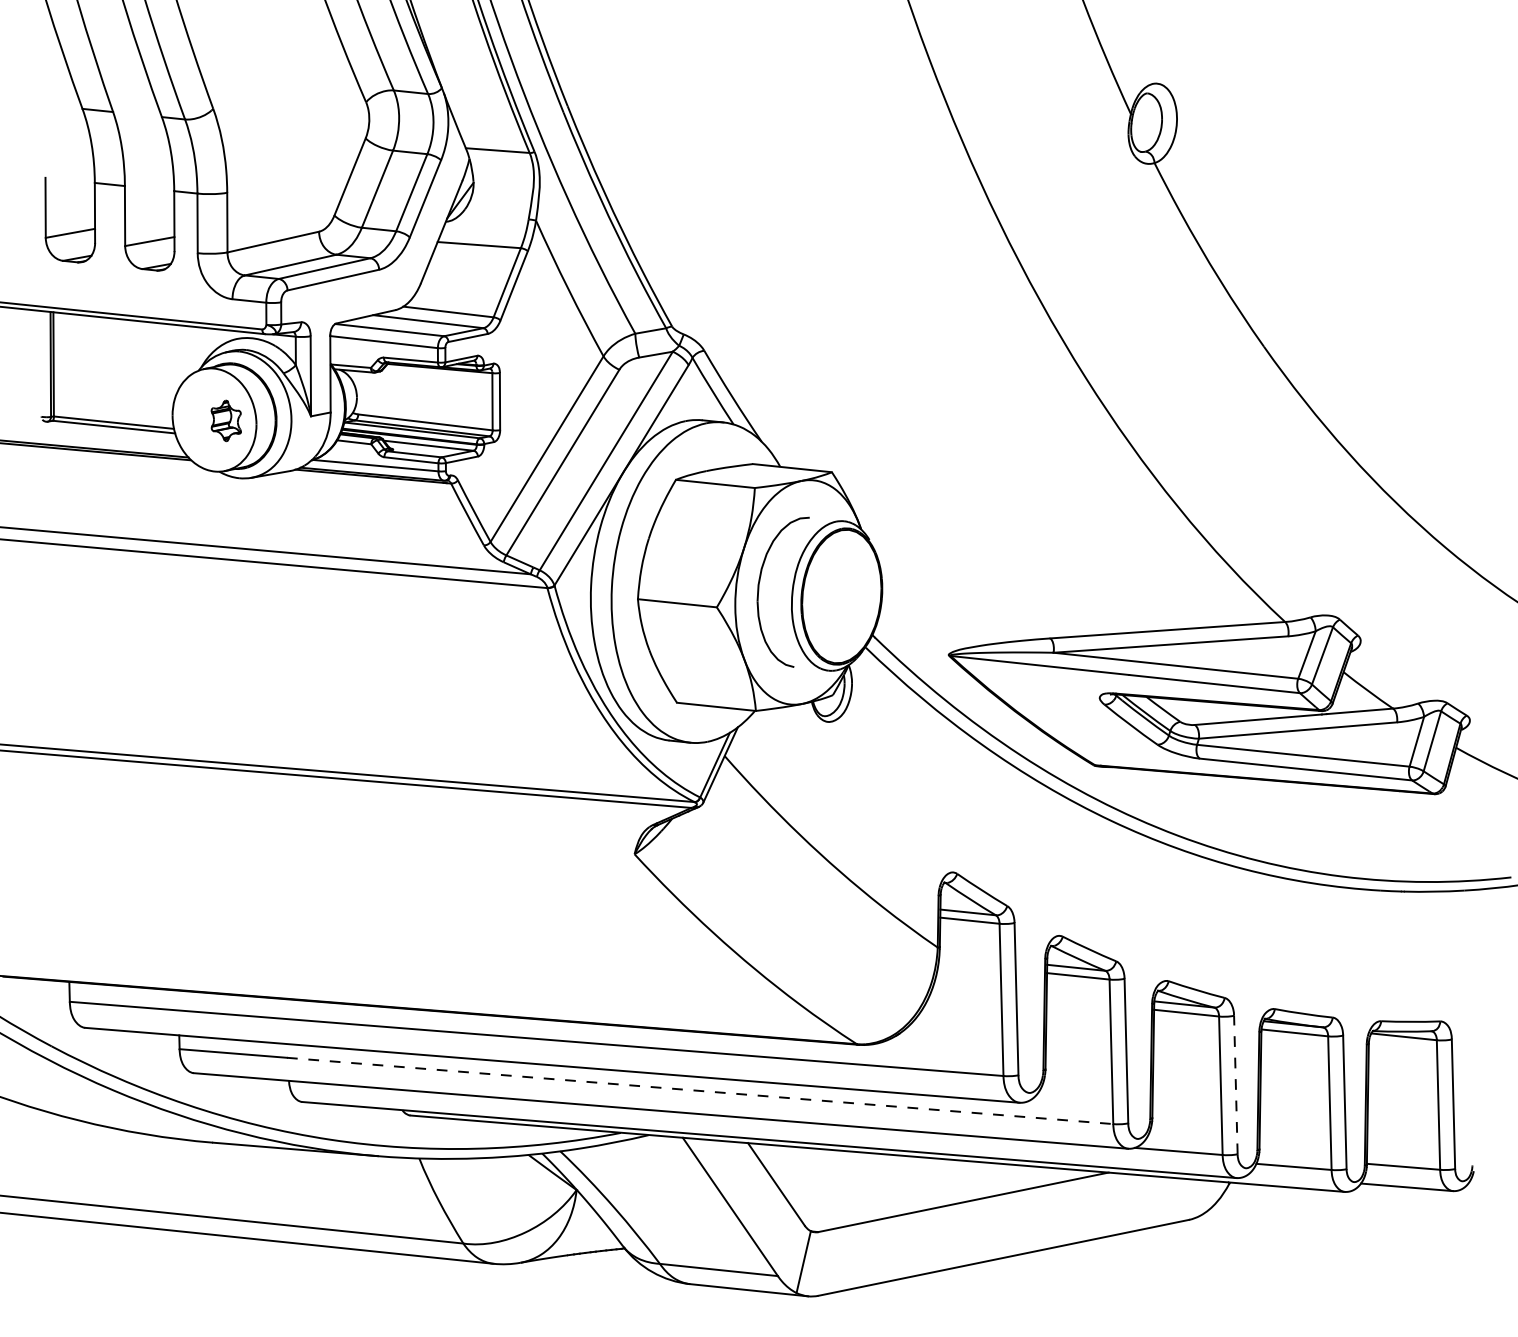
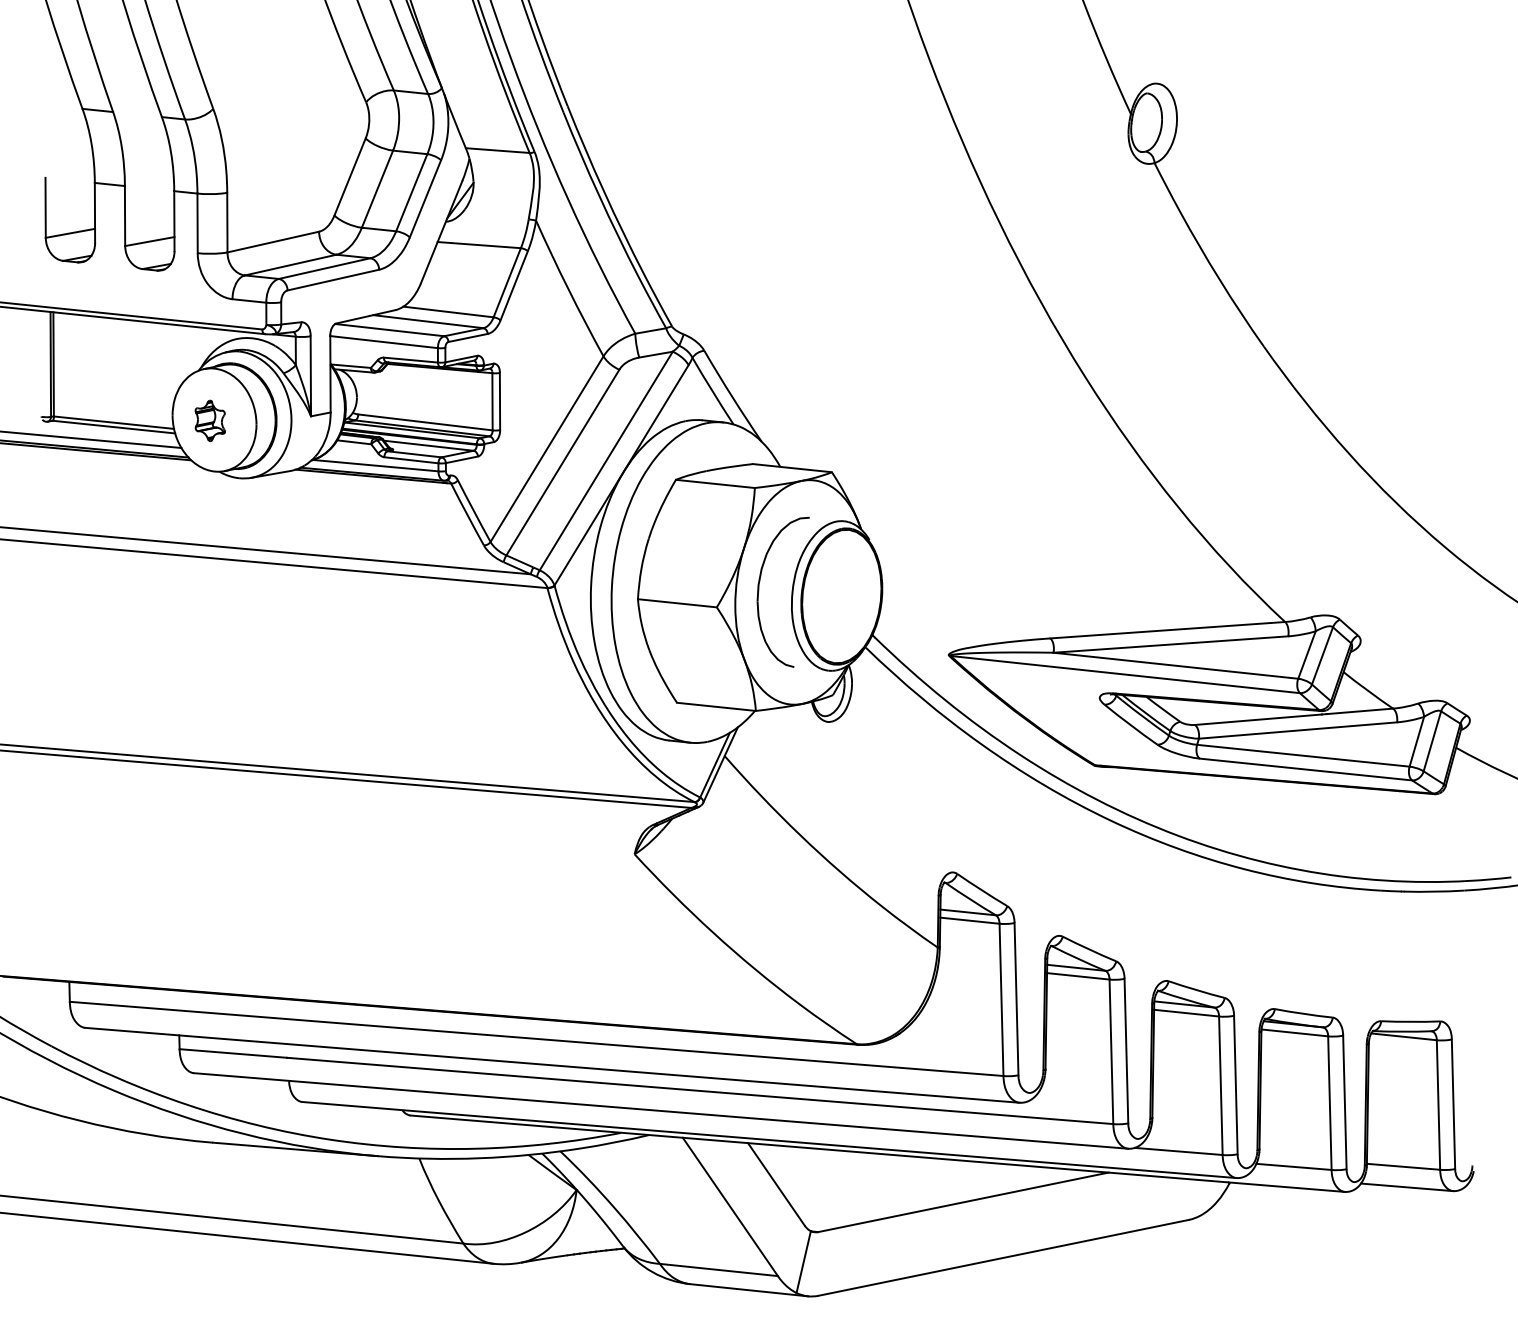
part at (225, 420) position: (225, 420) -> (209, 420)
line at (91, 439): none -> present
line at (1235, 1084): dashed -> solid
line at (700, 1090): dashed -> solid
